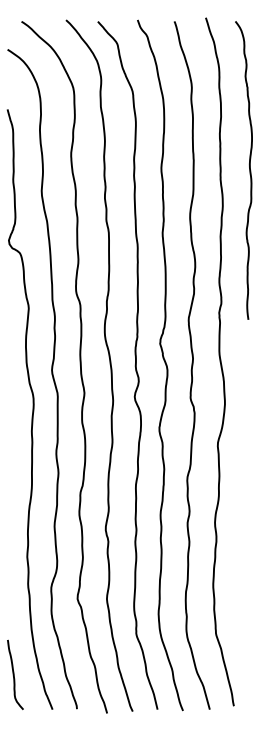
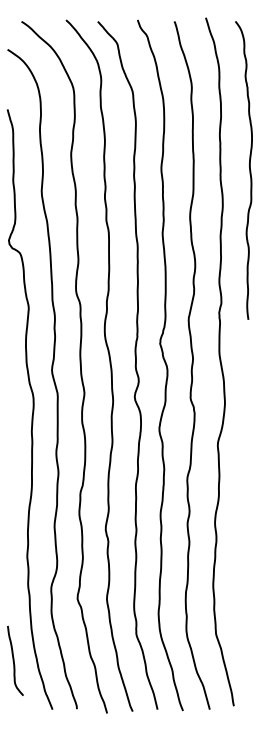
curve at (14, 674) position: (14, 674) -> (14, 660)
